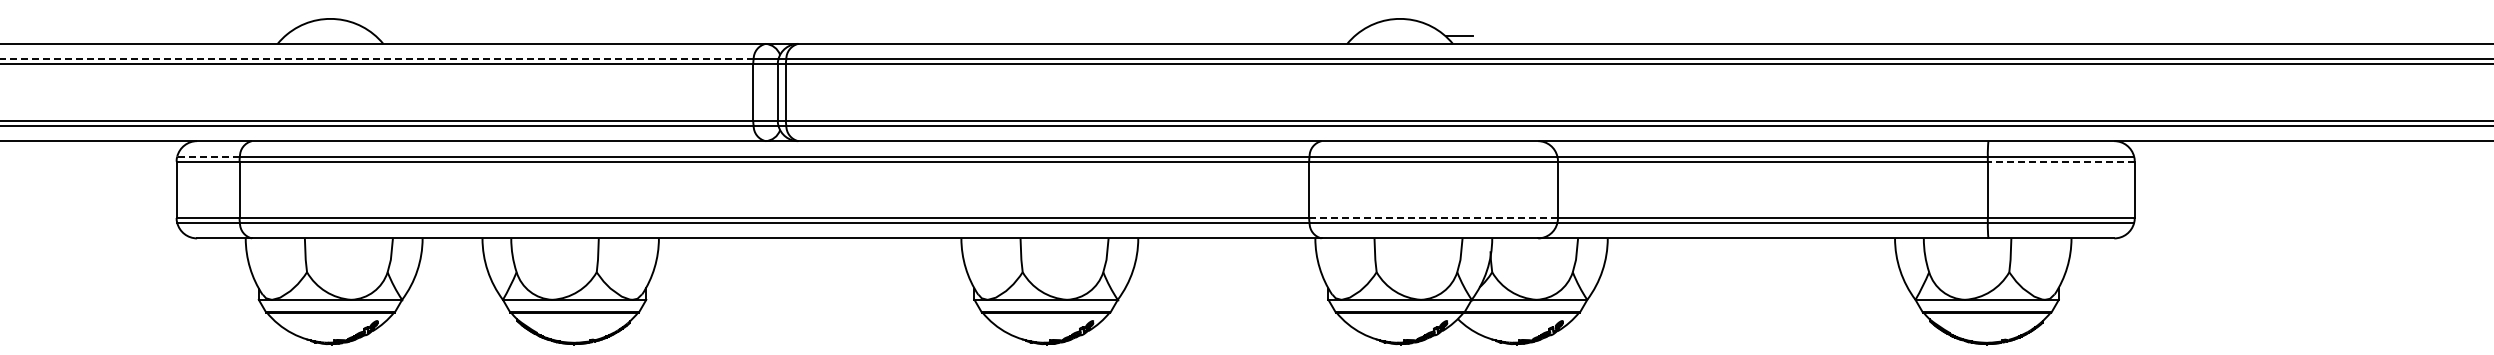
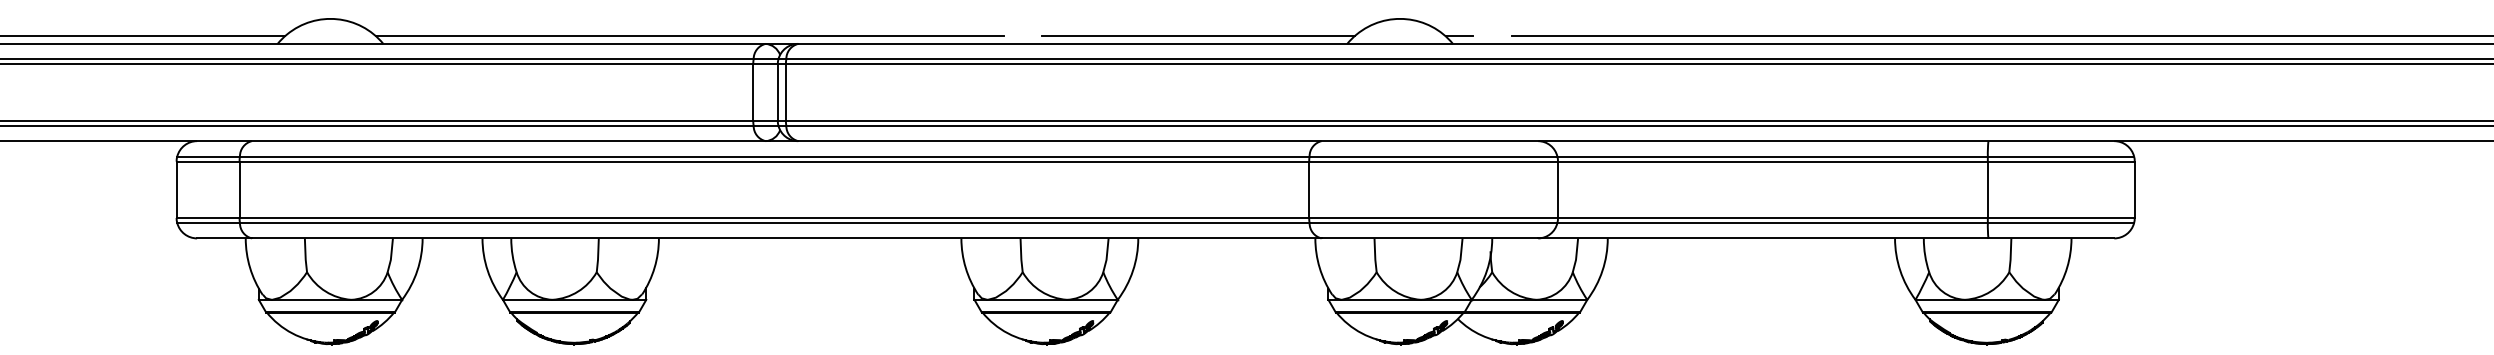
line at (143, 36): none -> present
line at (689, 36): none -> present
line at (1198, 36): none -> present
line at (2000, 36): none -> present
line at (376, 59): dashed -> solid
line at (208, 156): dashed -> solid
line at (2060, 161): dashed -> solid
line at (1434, 217): dashed -> solid
